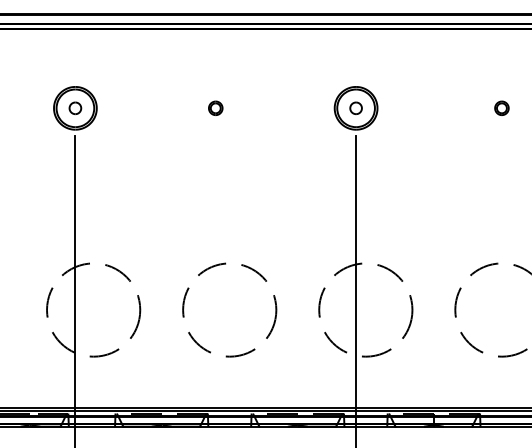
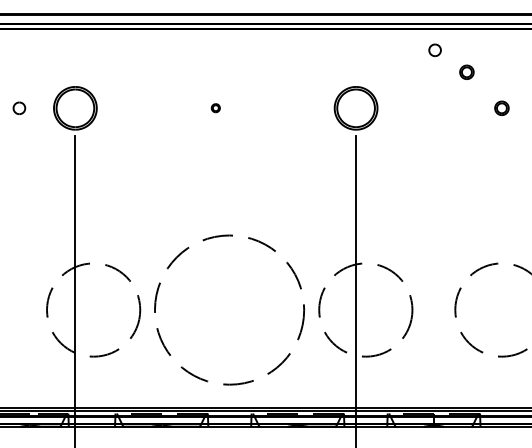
part at (466, 71): none -> present
part at (75, 107) position: (75, 107) -> (19, 107)
part at (215, 107) size: 16x16 px -> 11x11 px
part at (355, 107) position: (355, 107) -> (434, 49)
circle at (229, 309) size: 96x96 px -> 152x152 px
